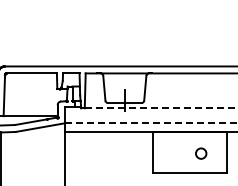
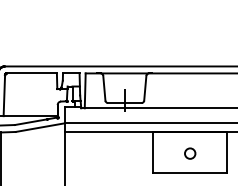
line at (161, 108): dashed -> solid
line at (151, 123): dashed -> solid
circle at (201, 153) position: (201, 153) -> (190, 153)
